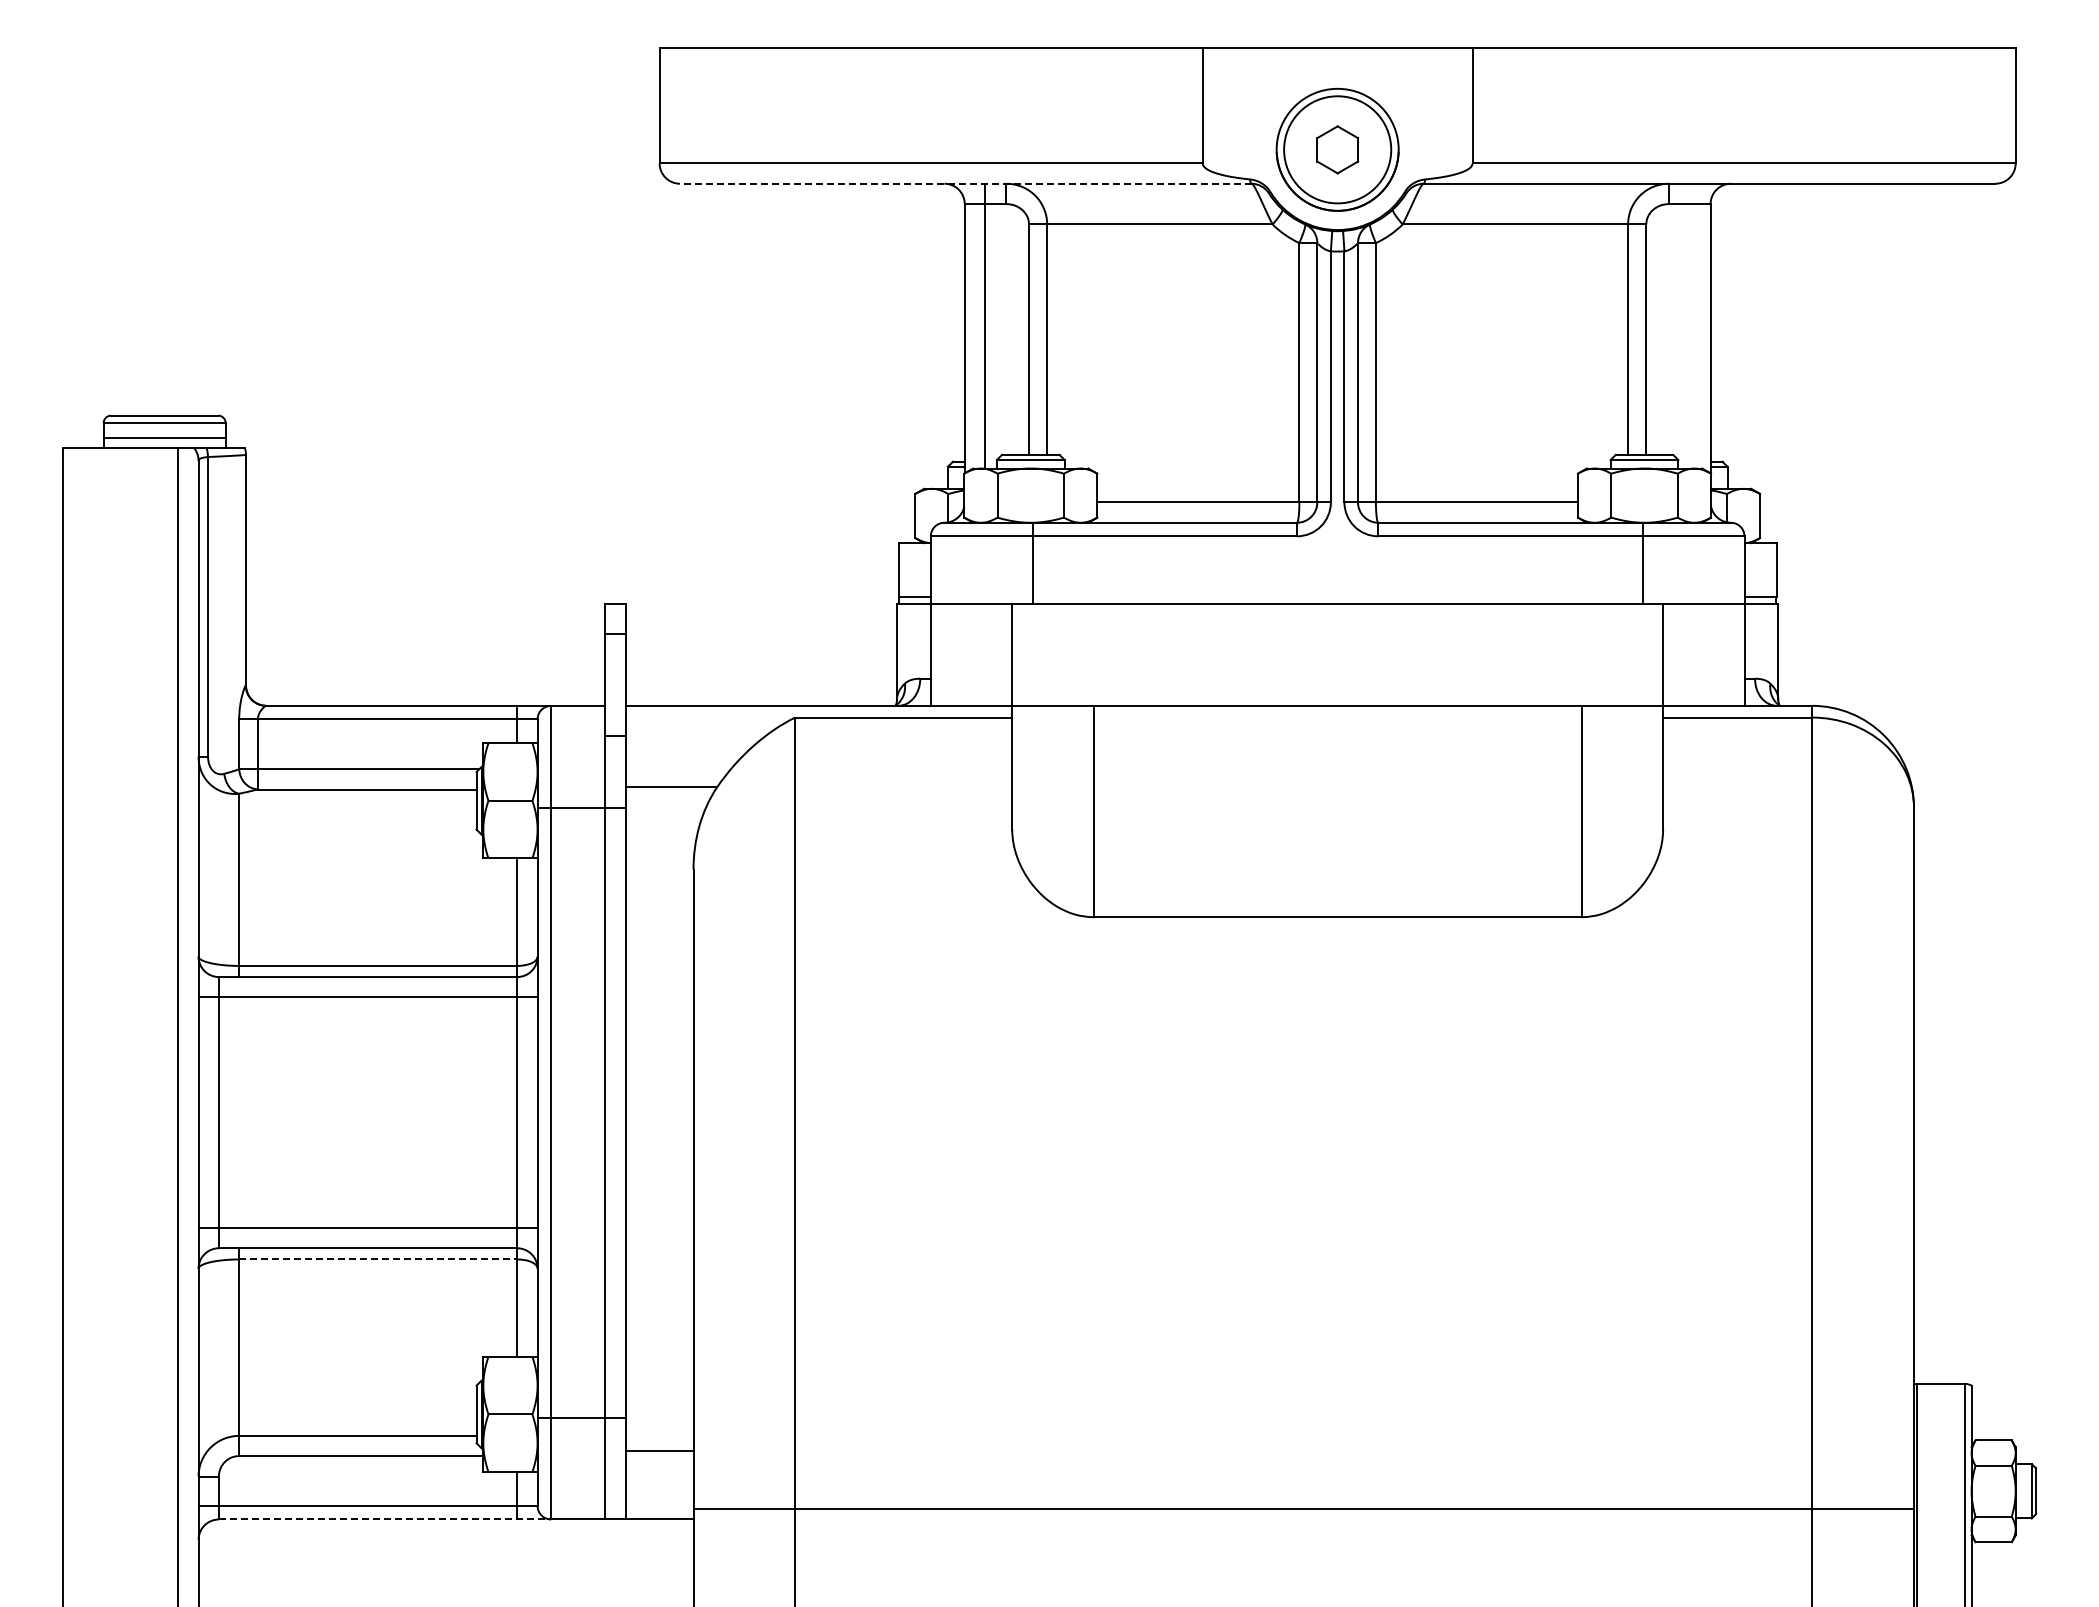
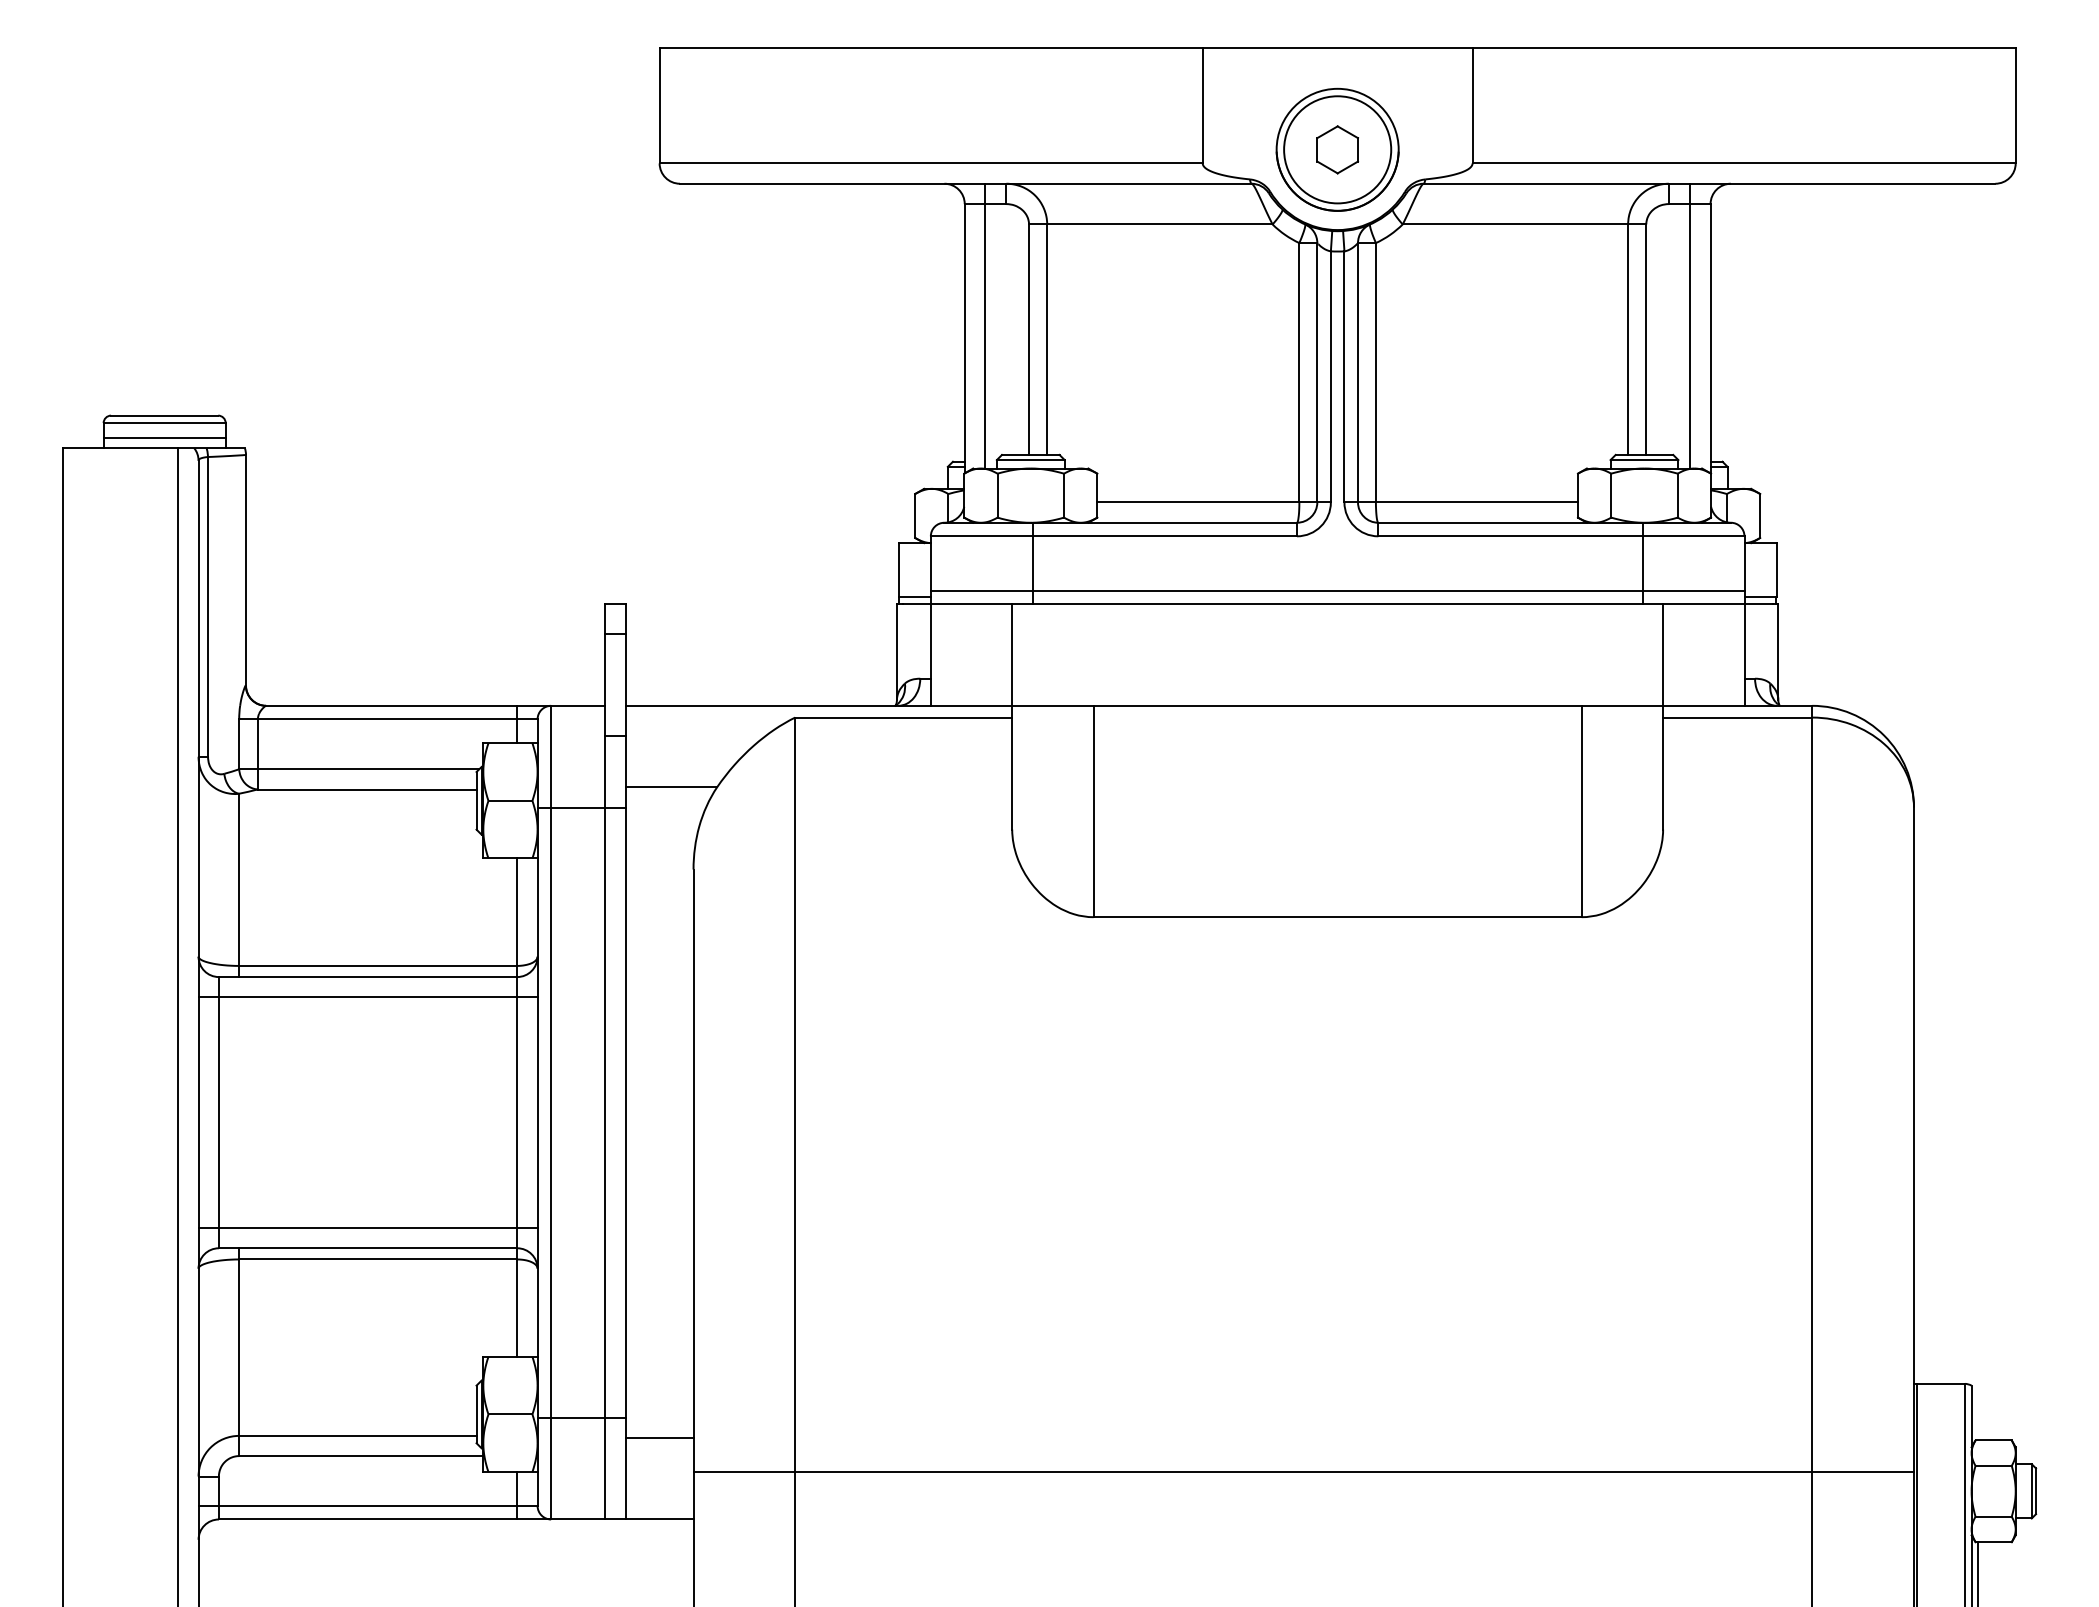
line at (965, 183): dashed -> solid
line at (1690, 325): none -> present
line at (1337, 590): none -> present
line at (378, 1259): dashed -> solid
line at (659, 1451) position: (659, 1451) -> (659, 1438)
line at (1303, 1509) position: (1303, 1509) -> (1303, 1472)
line at (385, 1519): dashed -> solid
line at (1978, 1572): none -> present
